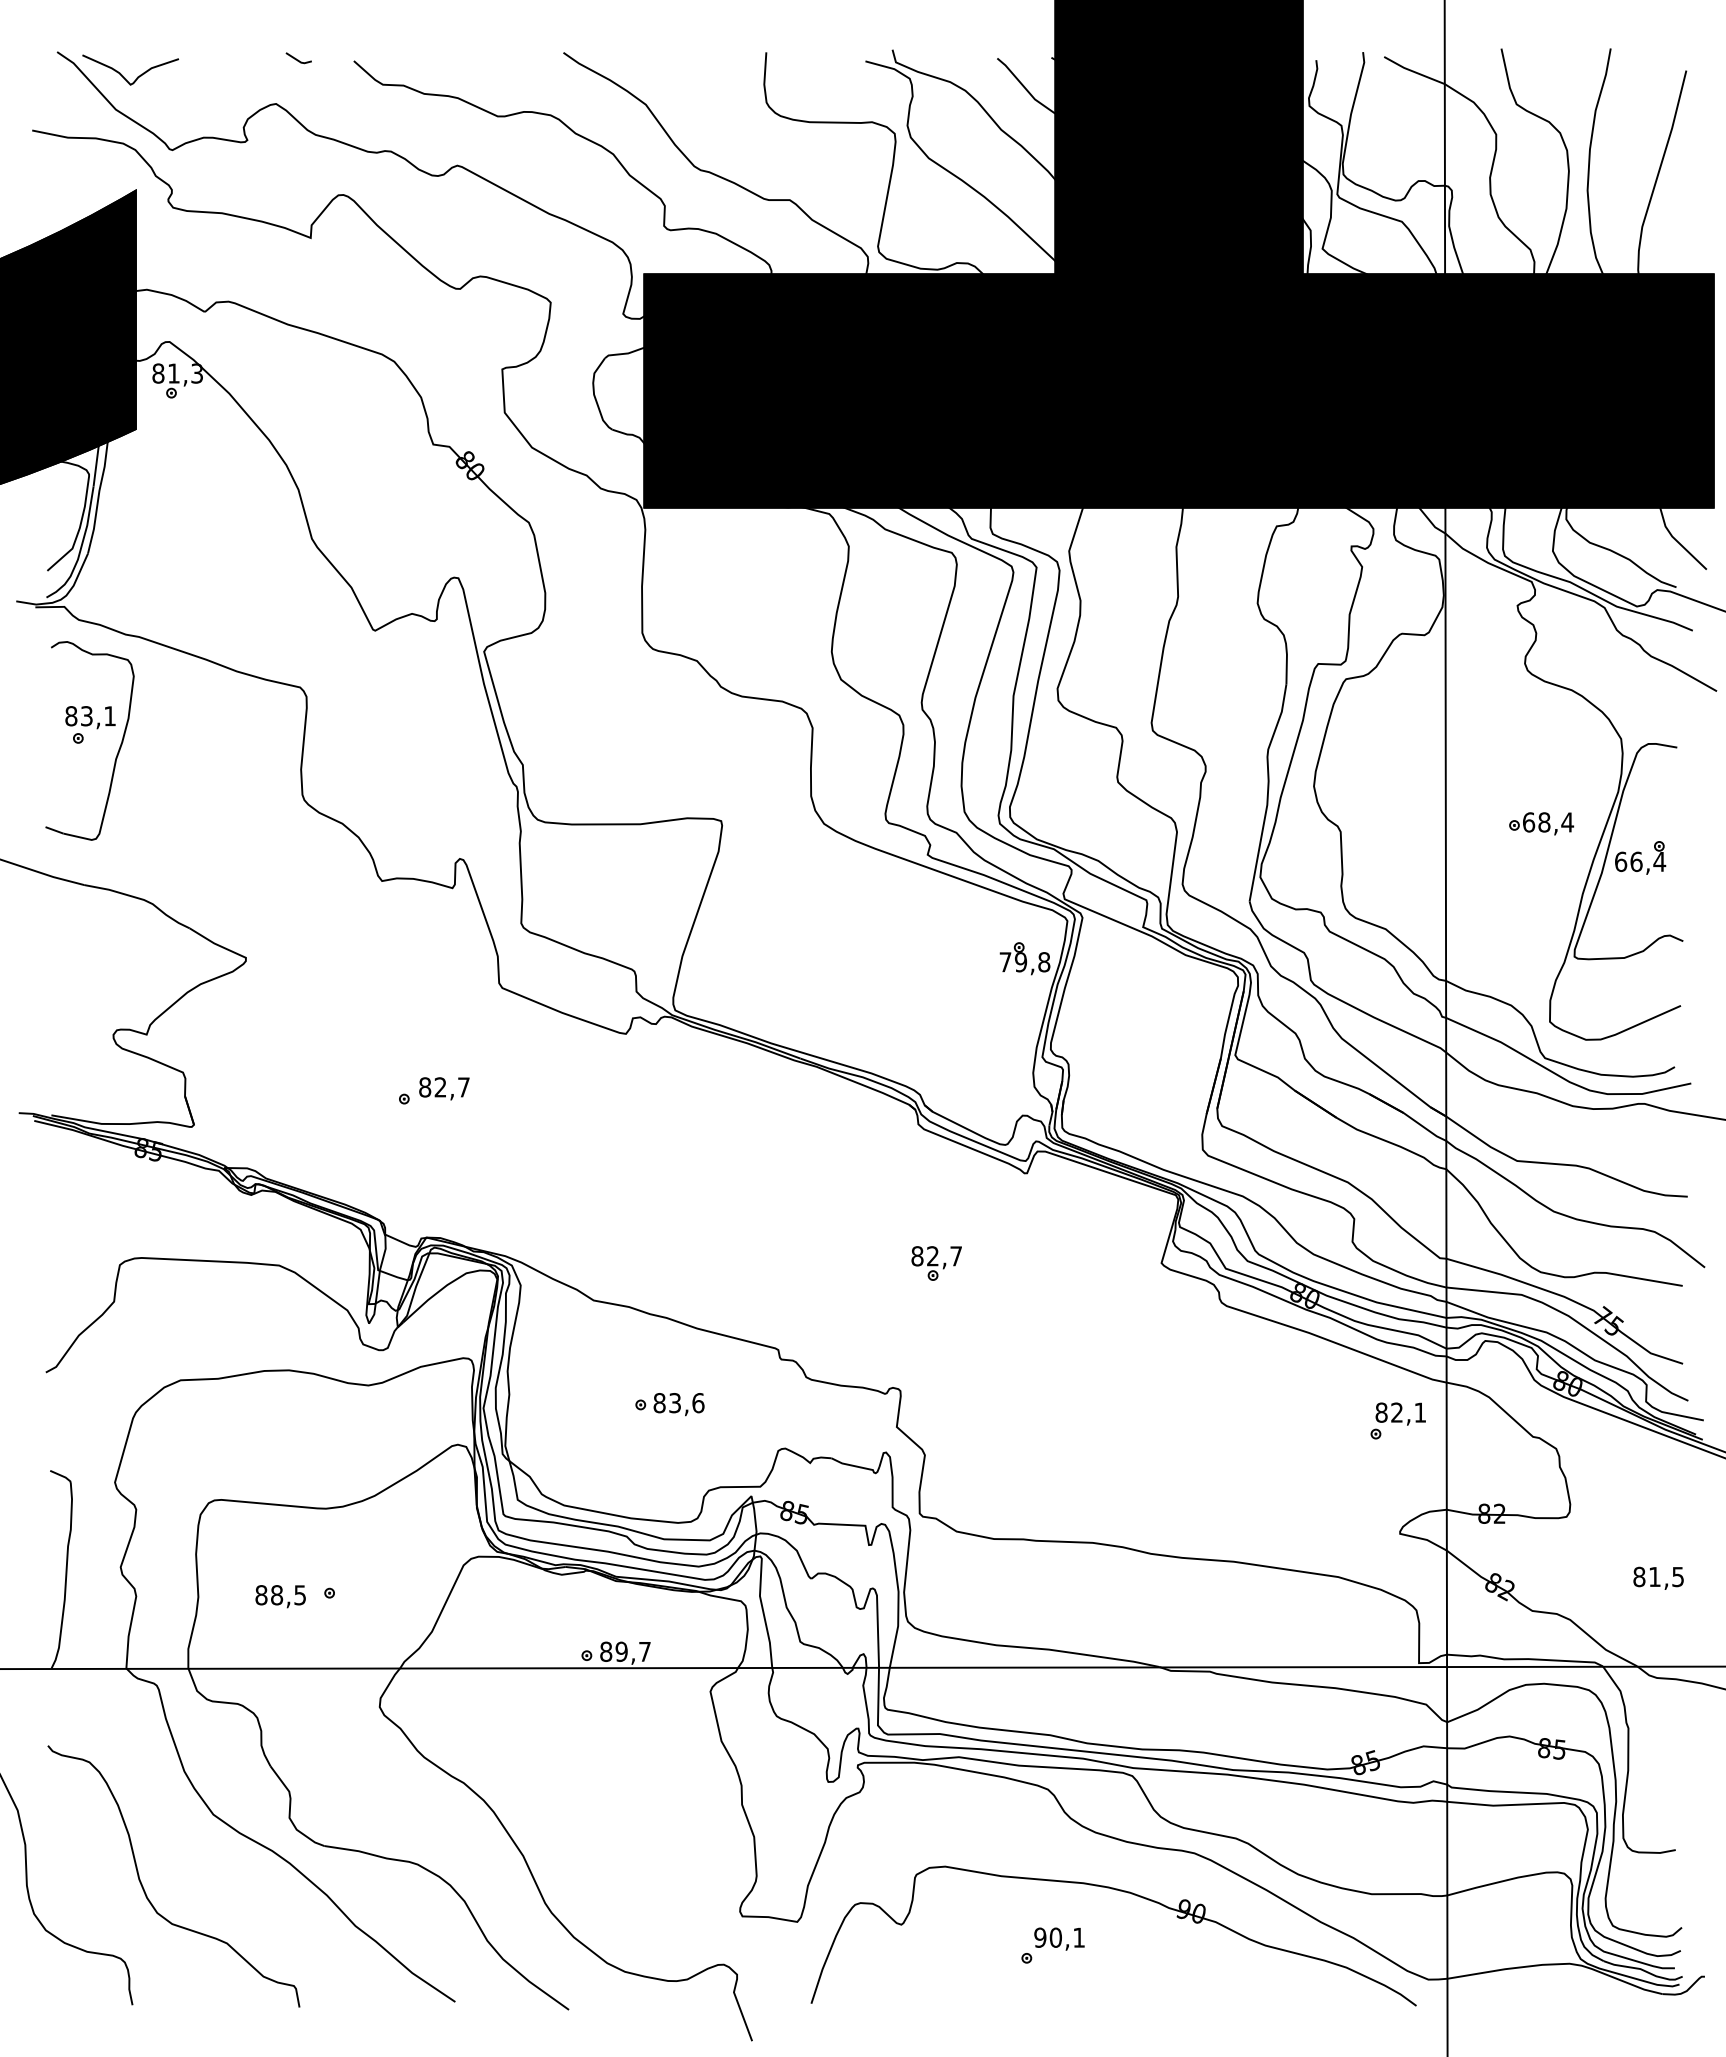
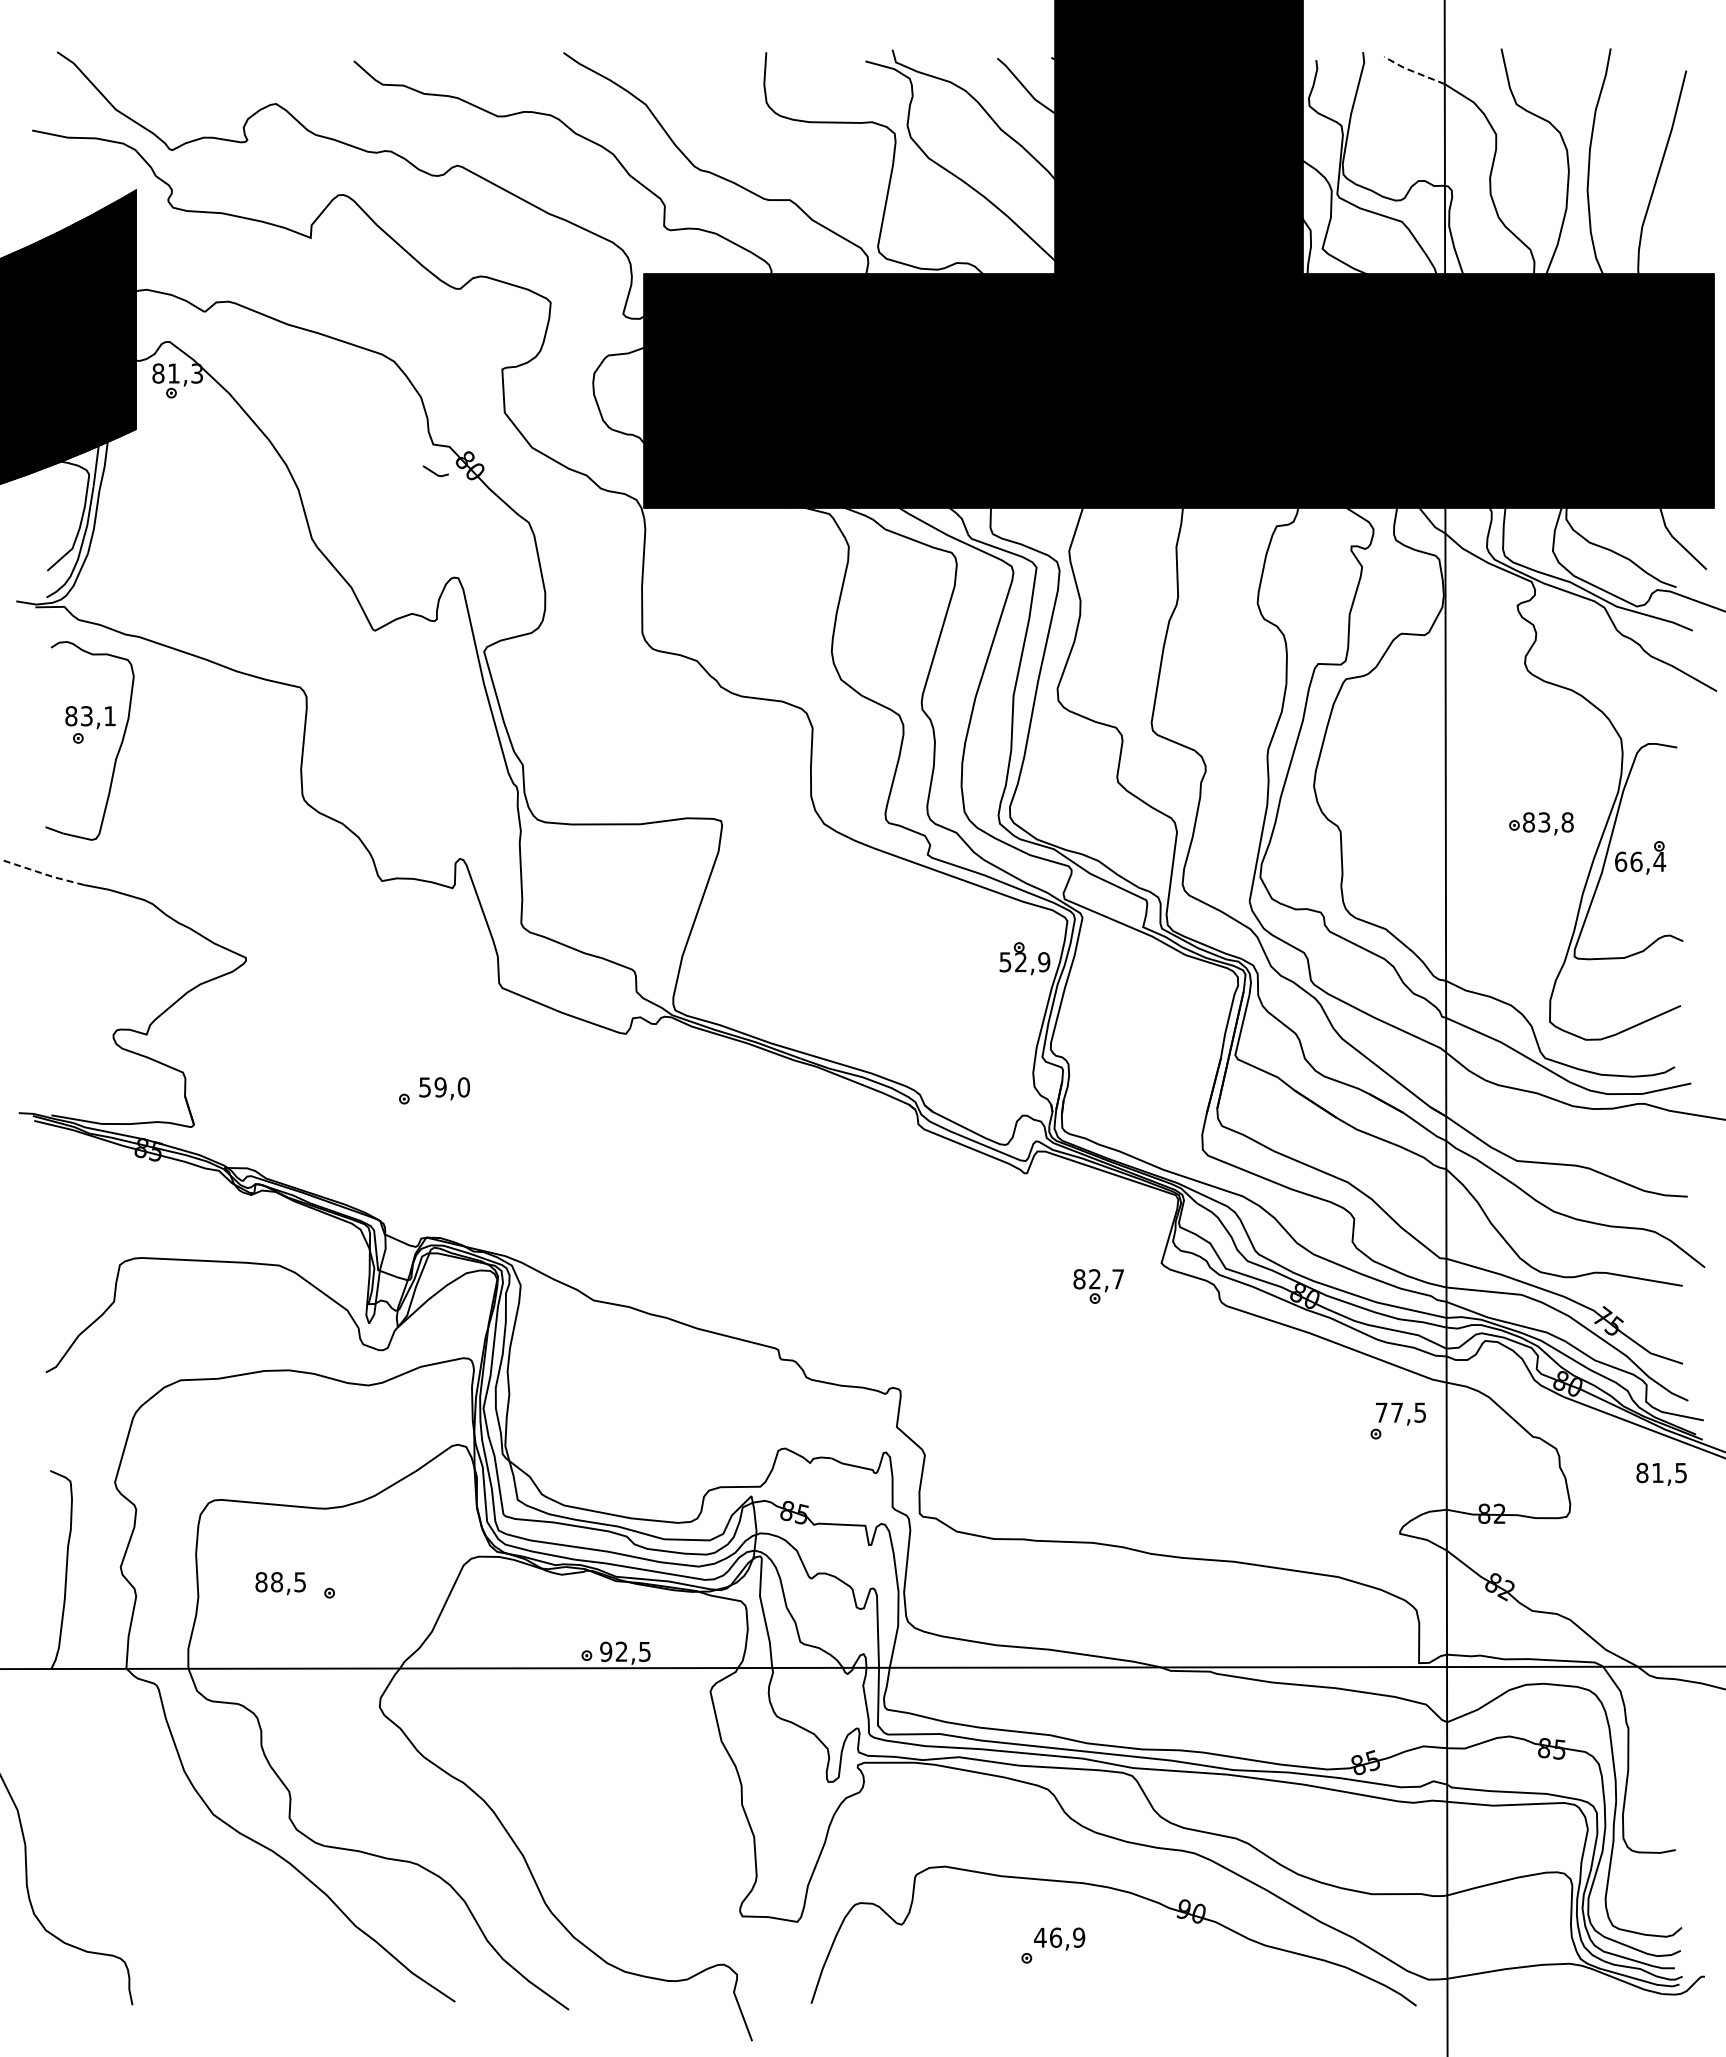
line at (298, 59) position: (298, 59) -> (435, 472)
line at (1413, 71): solid -> dashed
curve at (123, 75): present -> none
text at (1548, 822): 68,4 -> 83,8
line at (43, 873): solid -> dashed
text at (1024, 962): 79,8 -> 52,9
text at (444, 1087): 82,7 -> 59,0
part at (936, 1263) position: (936, 1263) -> (1098, 1286)
part at (669, 1404): present -> none
text at (1400, 1412): 82,1 -> 77,5
text at (1658, 1577) position: (1658, 1577) -> (1661, 1473)
text at (280, 1596) position: (280, 1596) -> (280, 1583)
text at (625, 1651): 89,7 -> 92,5
curve at (144, 1888): present -> none
text at (1059, 1937): 90,1 -> 46,9
